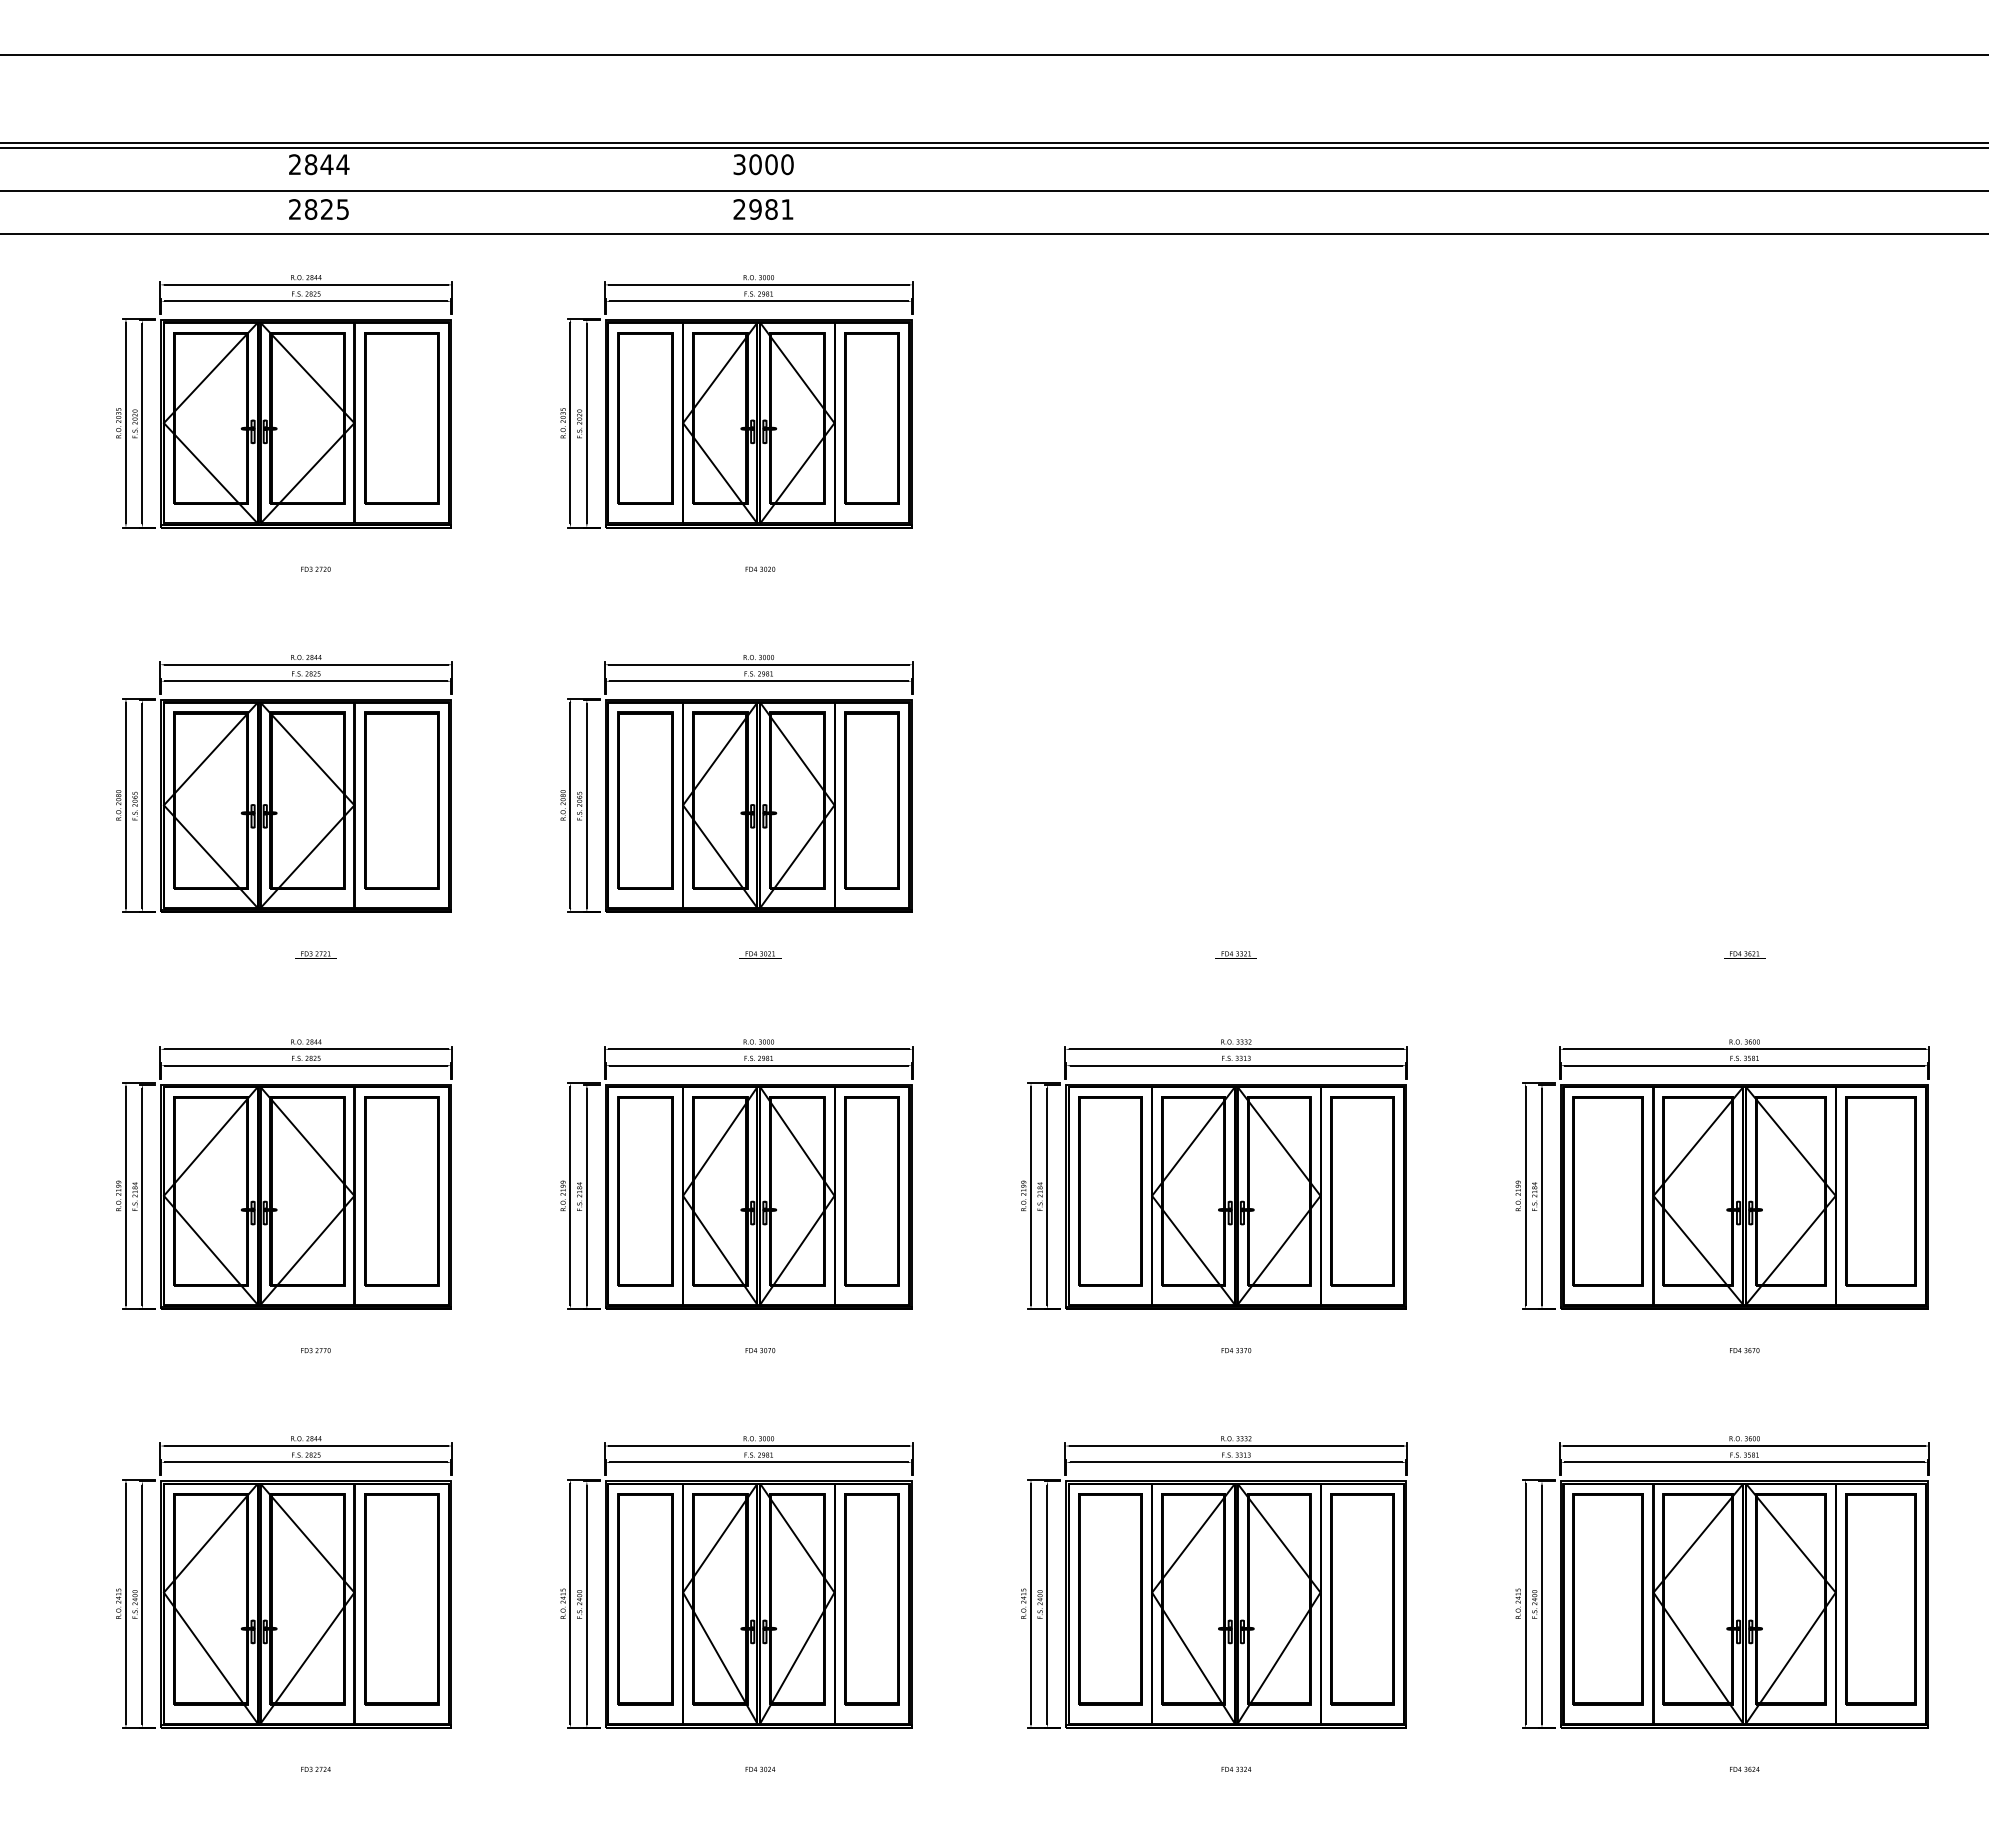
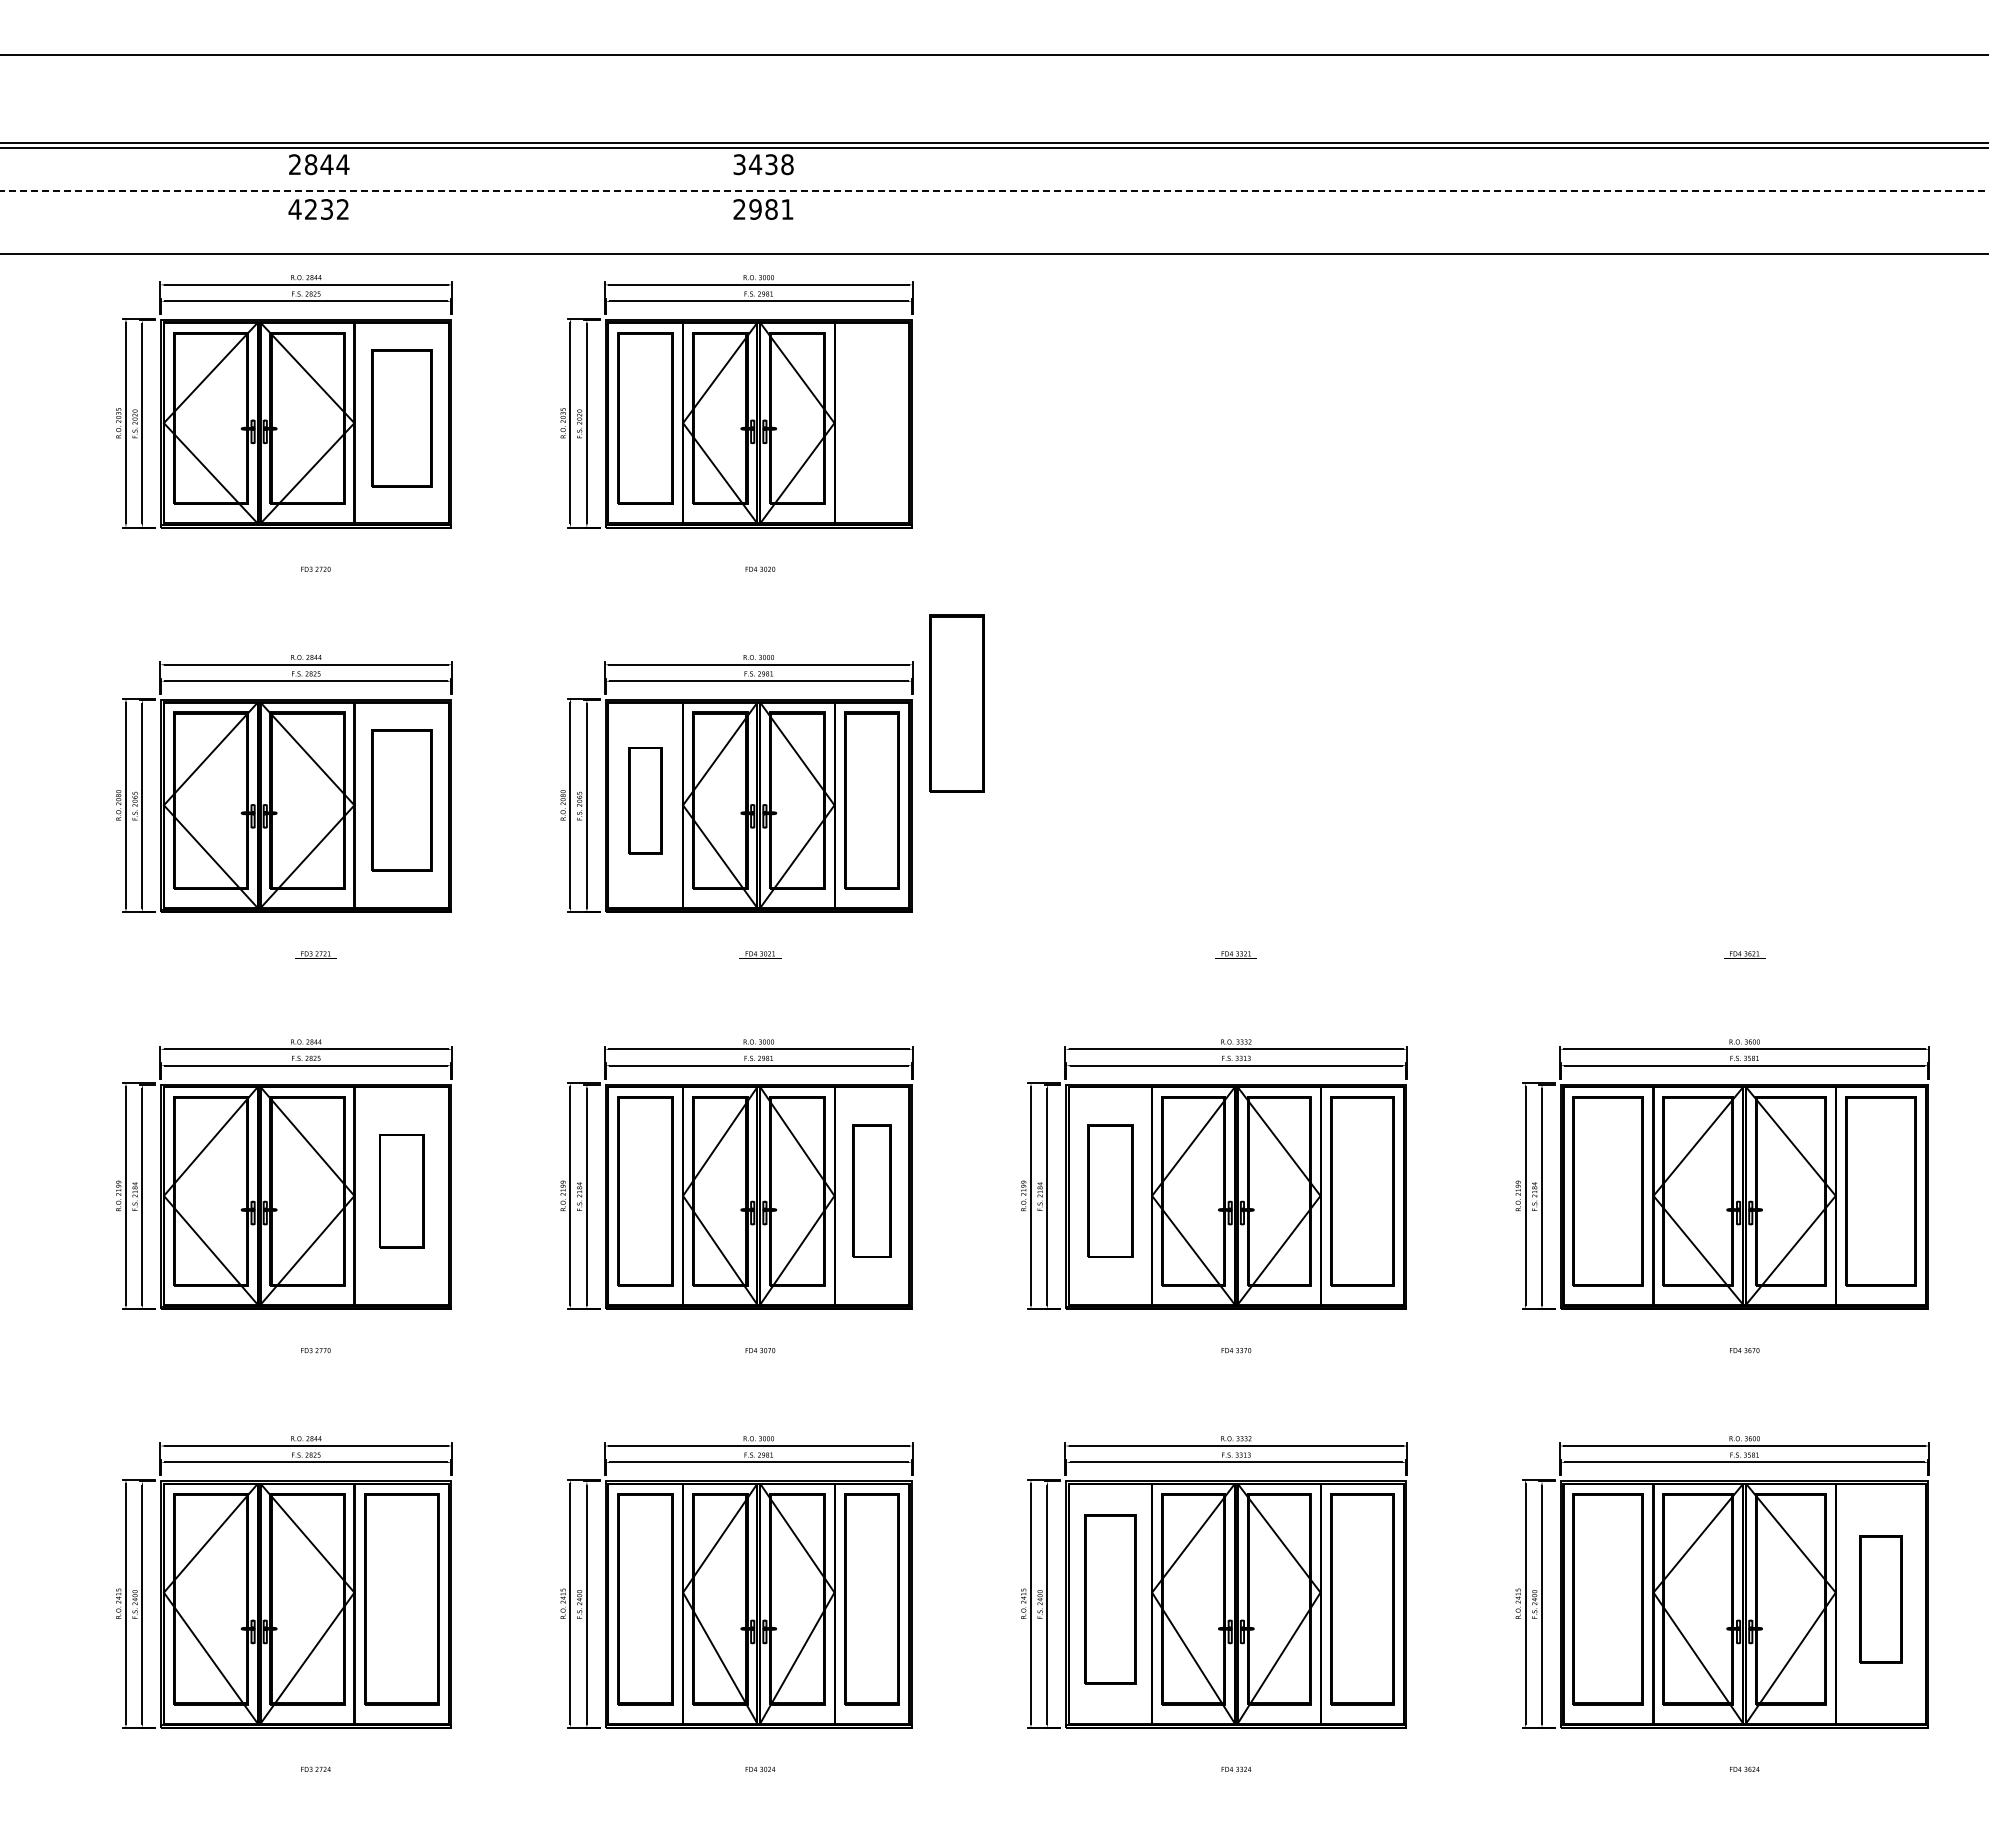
text at (770, 164): 3000 -> 3438
line at (994, 190): solid -> dashed
text at (318, 209): 2825 -> 4232
line at (993, 233) position: (993, 233) -> (993, 253)
part at (401, 418) size: 76x173 px -> 62x139 px
part at (871, 418): present -> none
part at (956, 703): none -> present
part at (401, 800) size: 76x179 px -> 62x143 px
part at (645, 800) size: 57x179 px -> 35x108 px
part at (401, 1191) size: 76x191 px -> 46x115 px
part at (871, 1191) size: 56x191 px -> 40x134 px
part at (1110, 1191) size: 65x191 px -> 47x134 px
part at (1110, 1599) size: 65x213 px -> 53x171 px
part at (1880, 1599) size: 72x213 px -> 44x129 px
